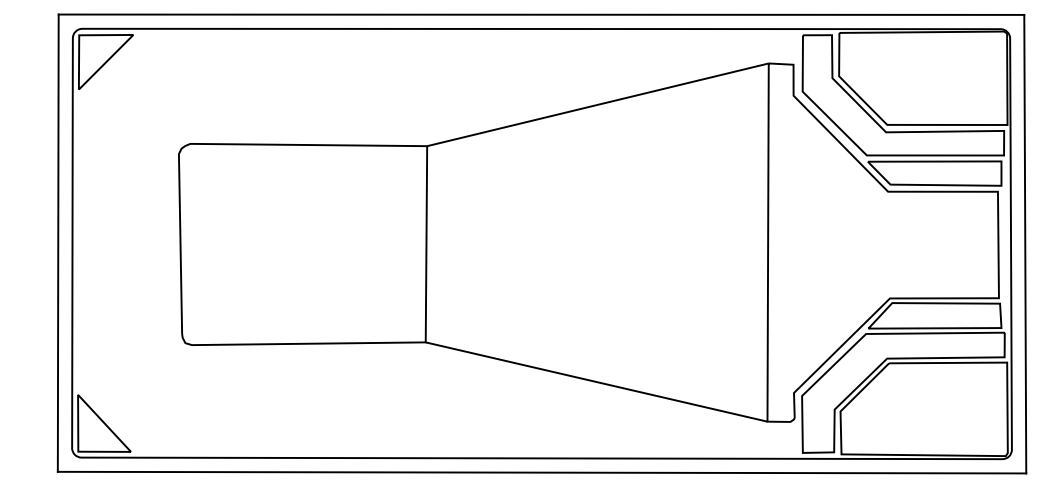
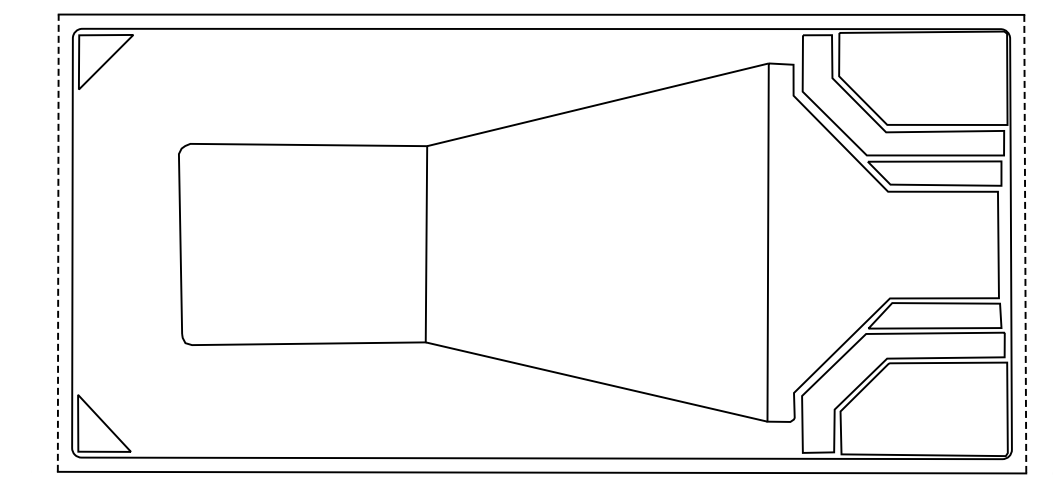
line at (58, 243): solid -> dashed
line at (1025, 244): solid -> dashed
